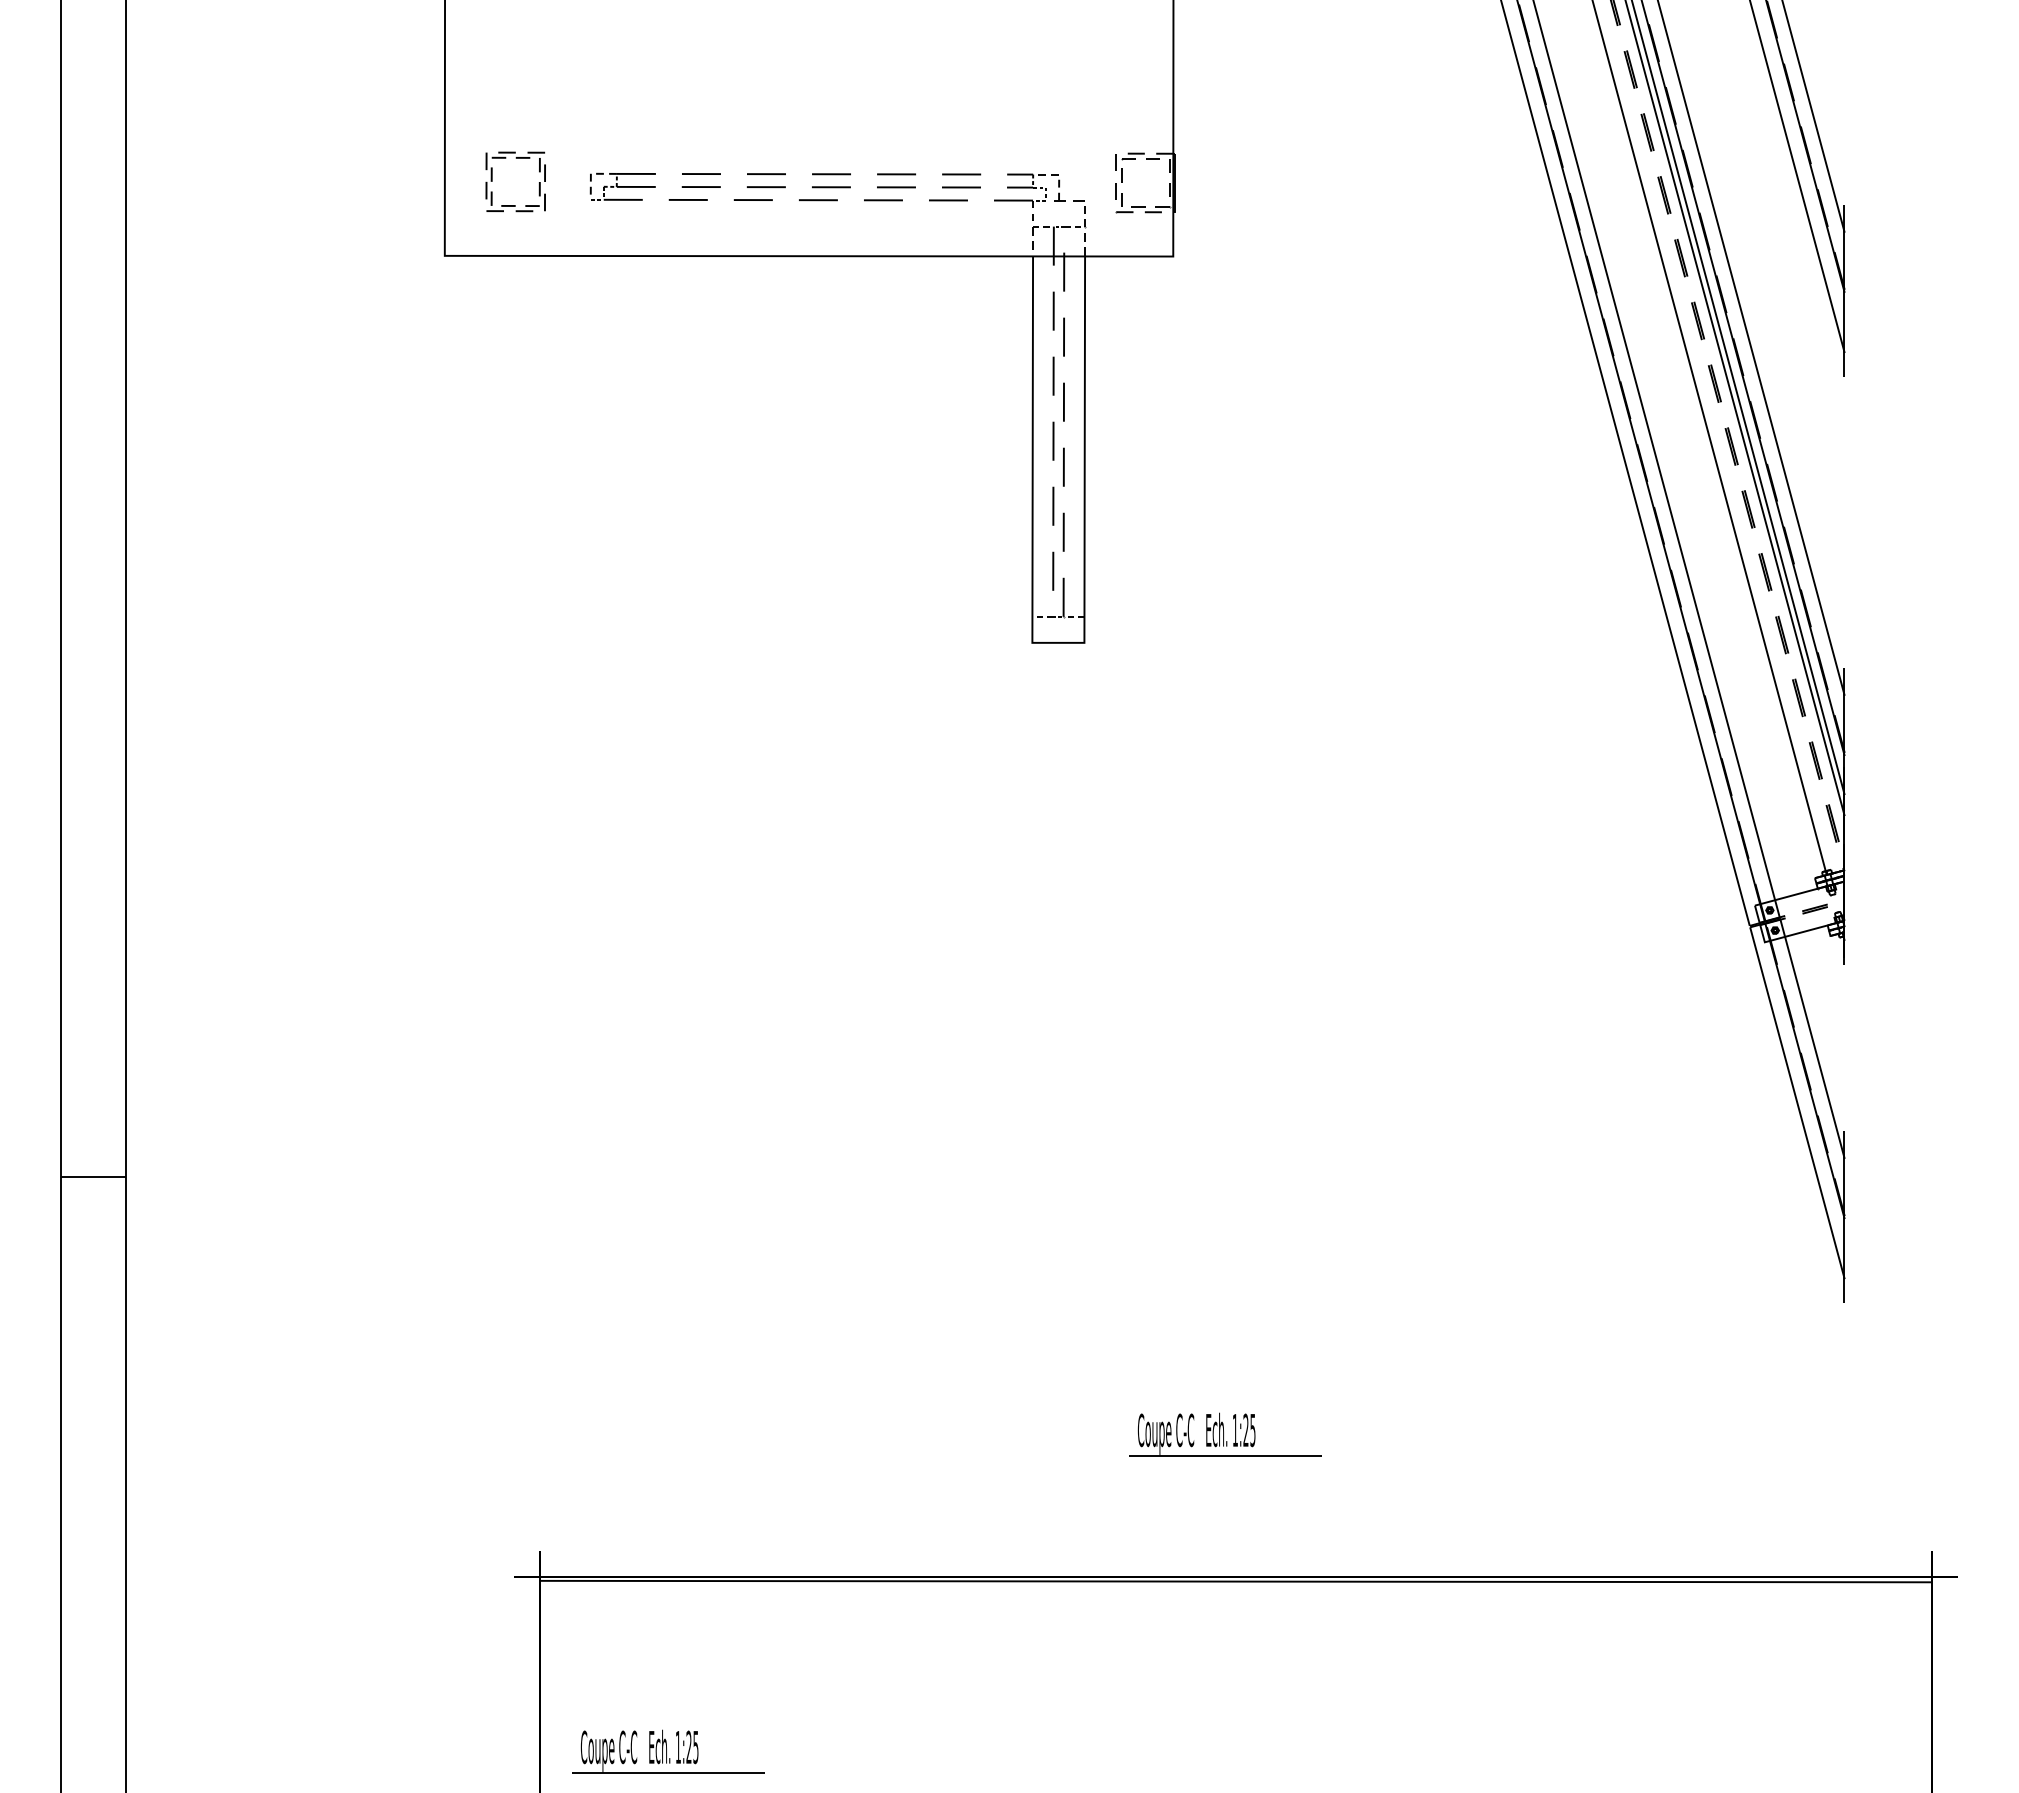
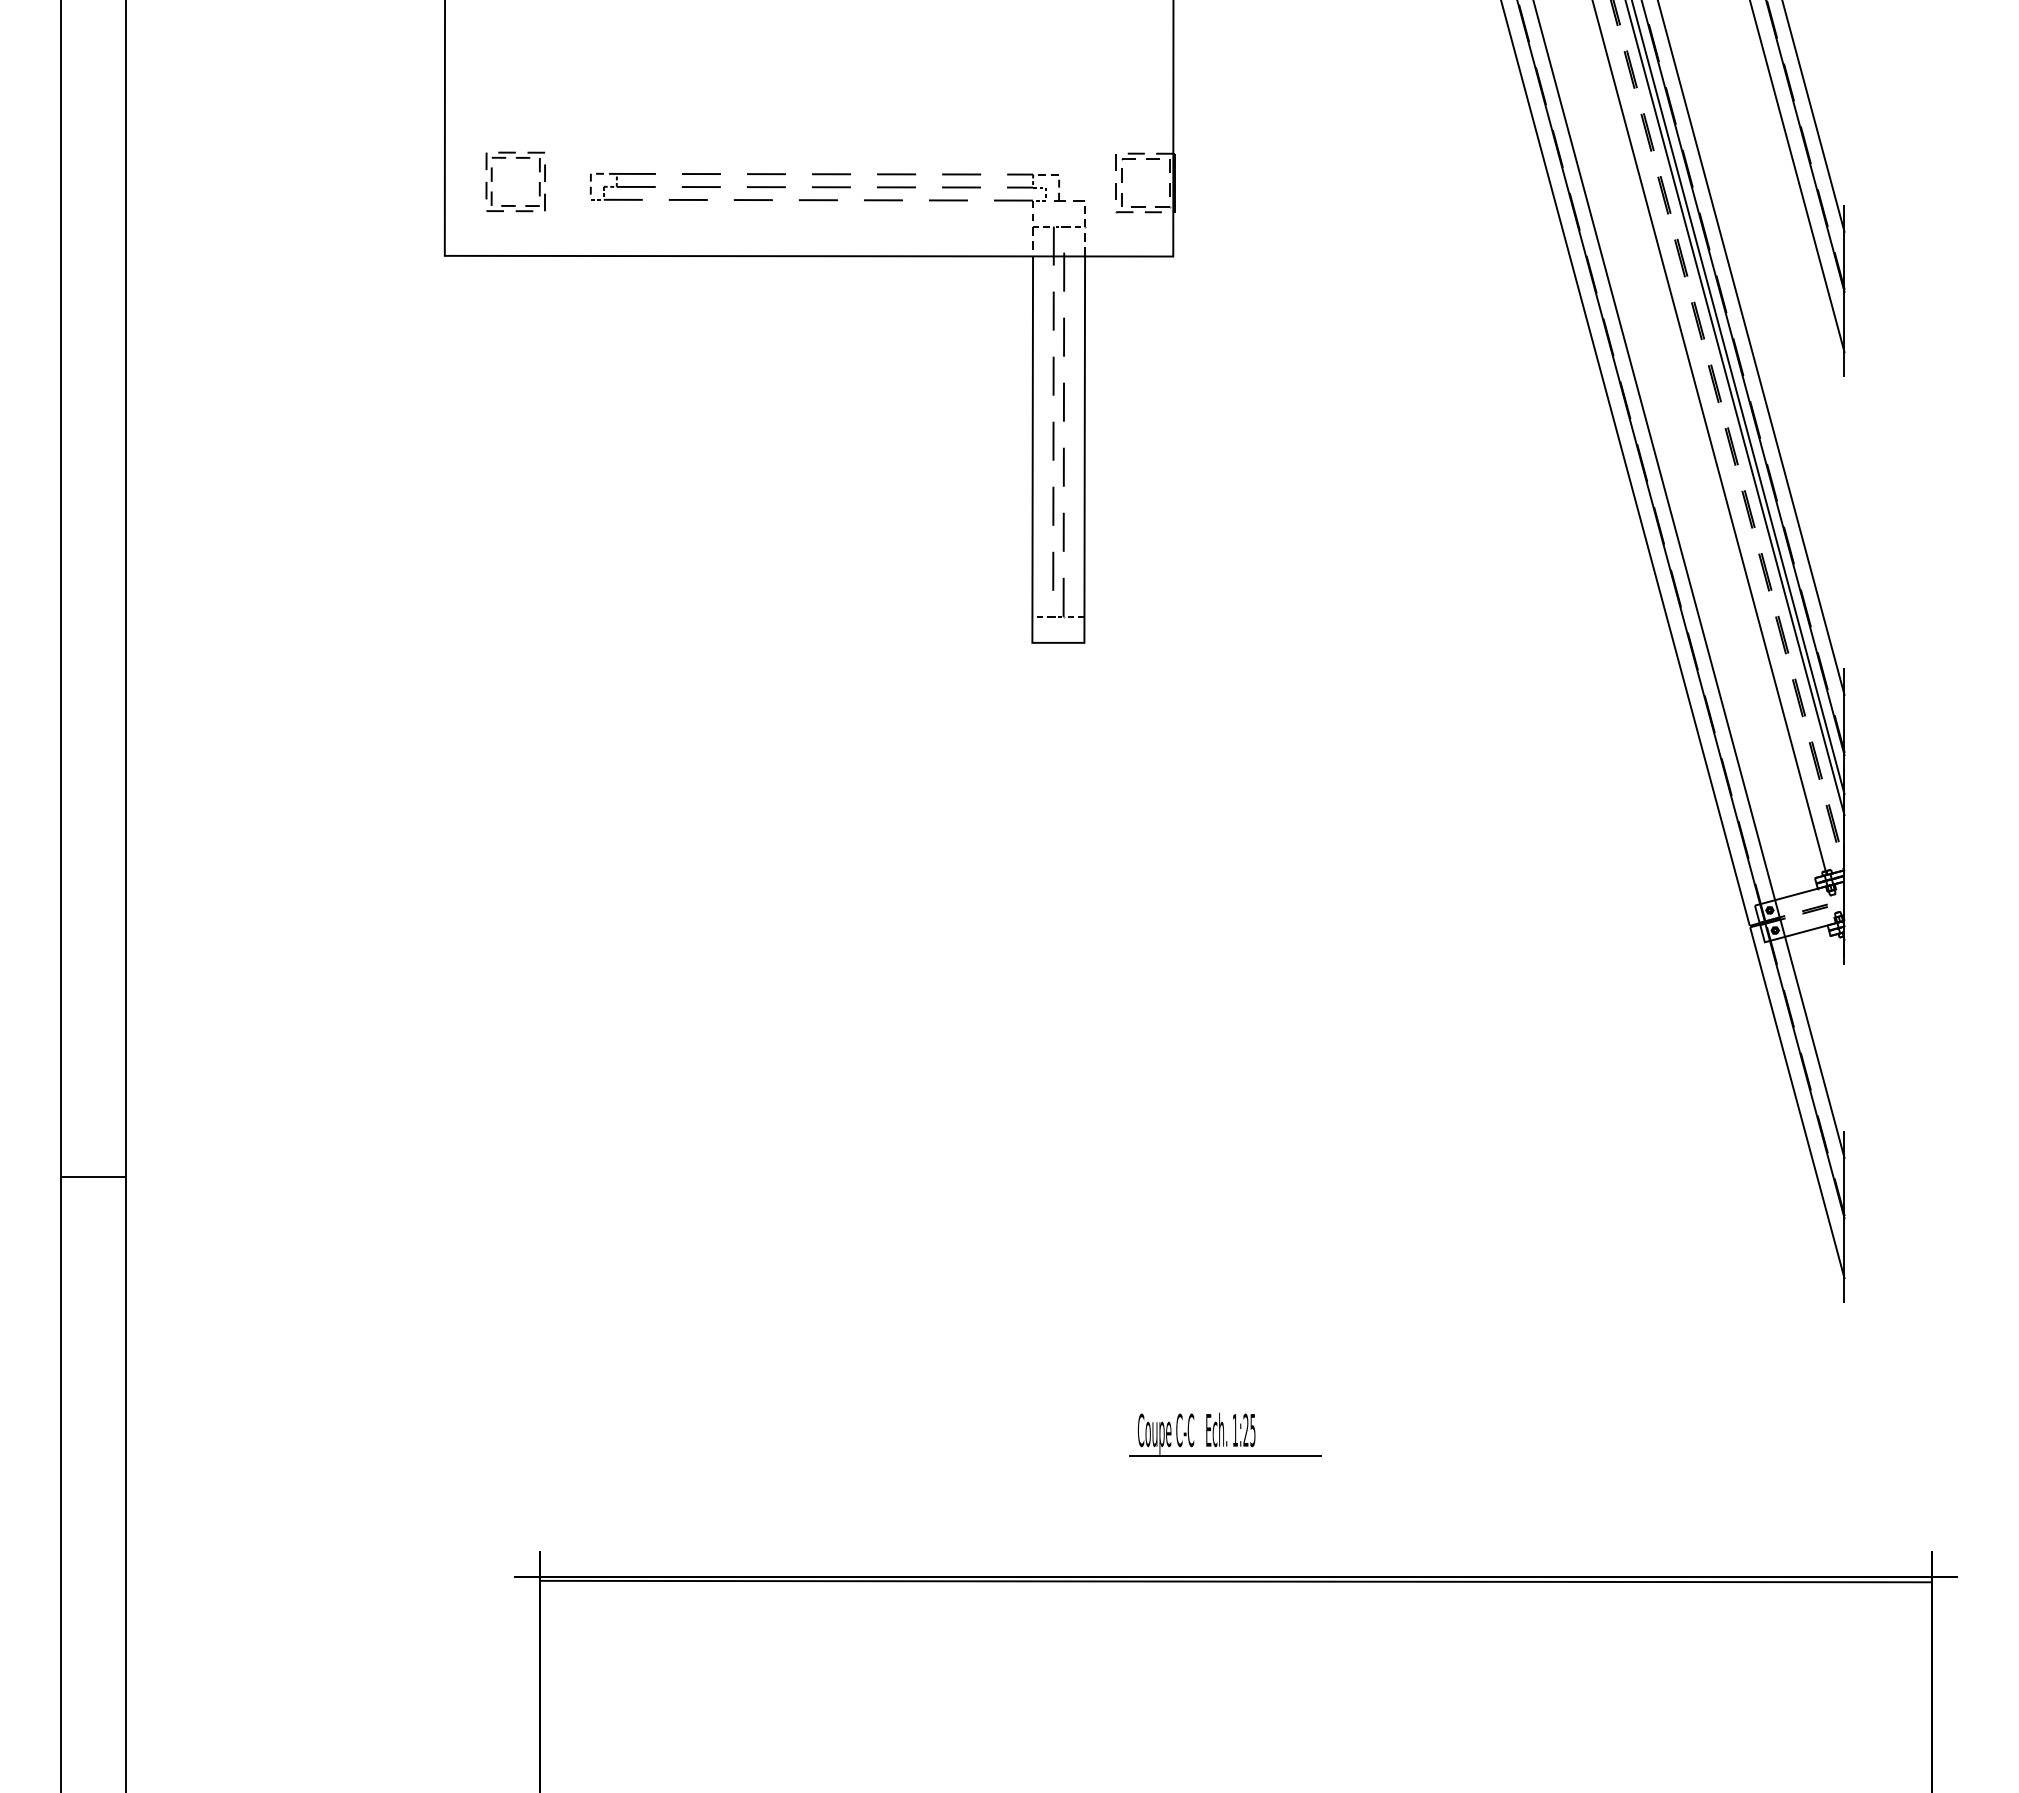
part at (668, 1751): present -> none
